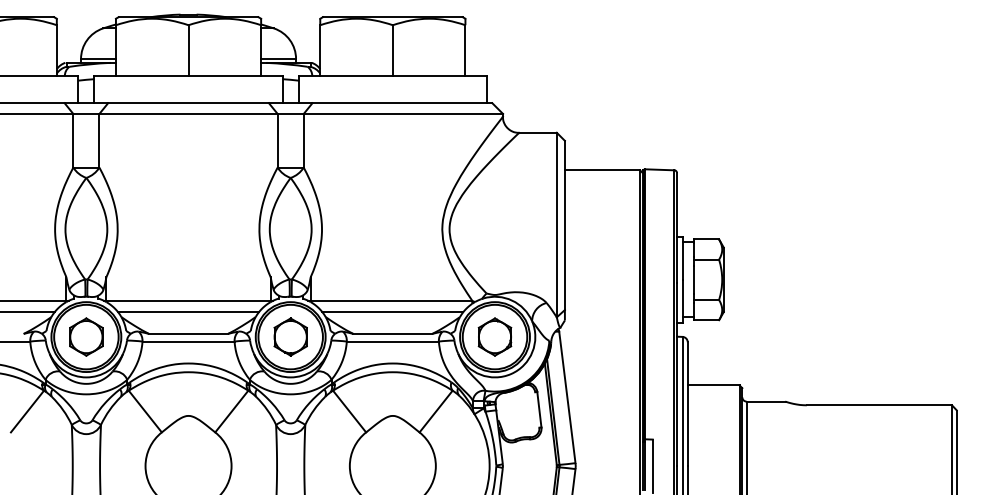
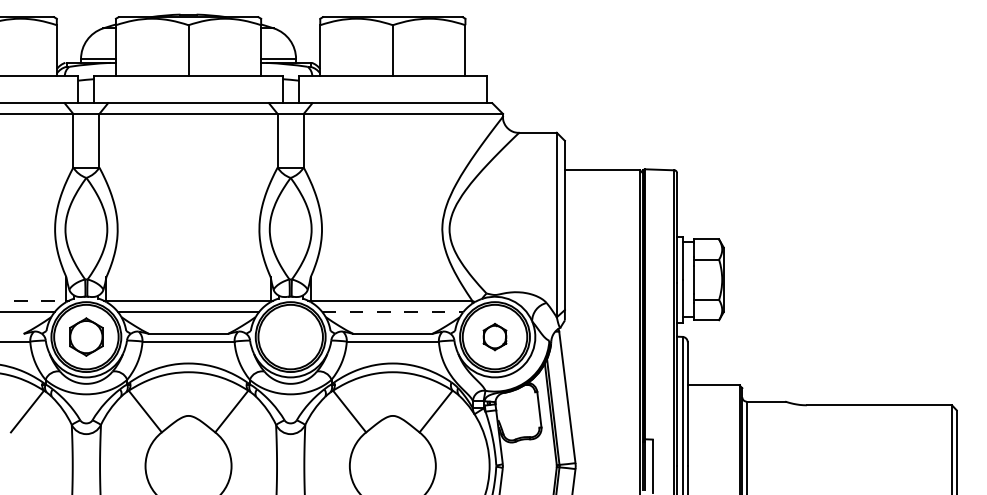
line at (33, 300): solid -> dashed
line at (393, 312): solid -> dashed
part at (290, 336): present -> none
part at (494, 336) size: 36x40 px -> 26x29 px
